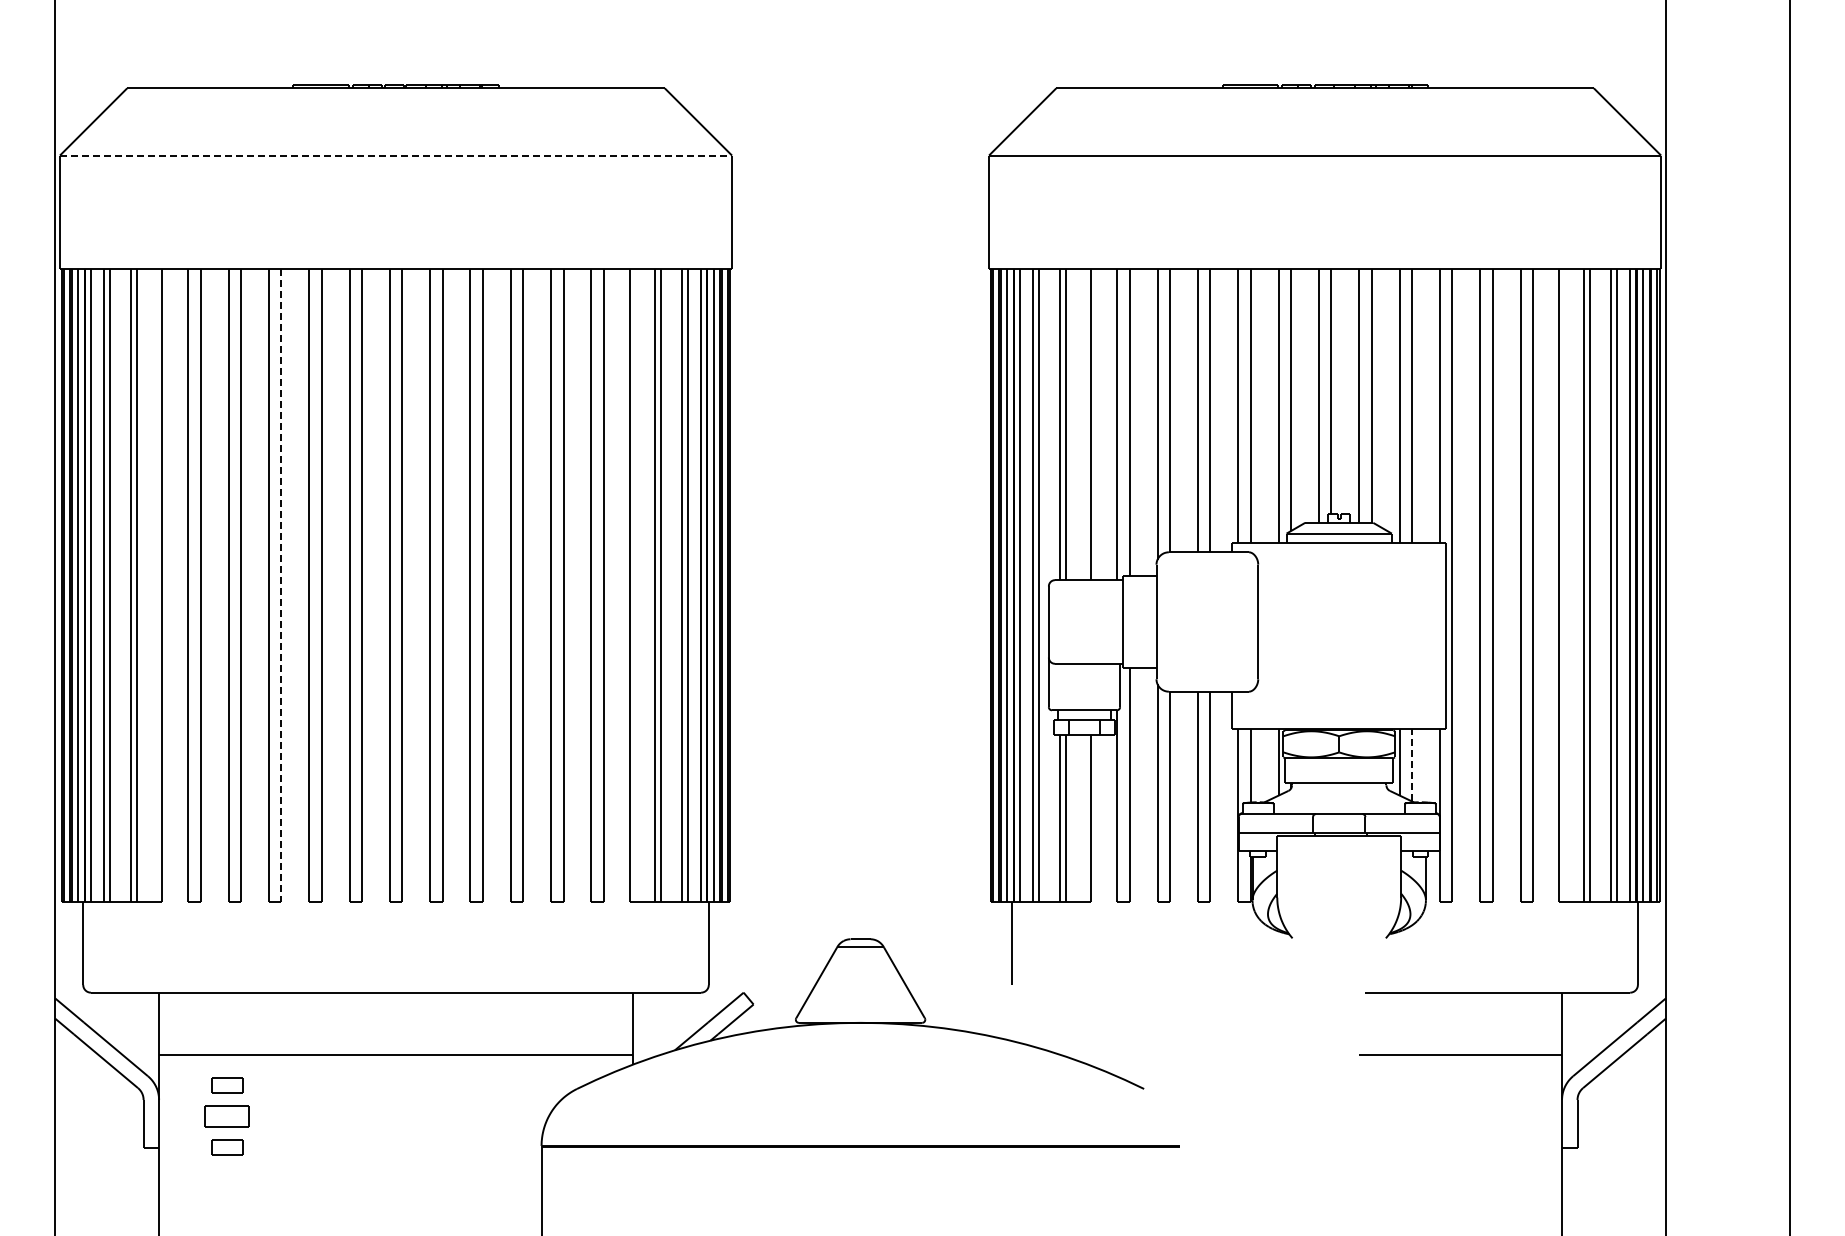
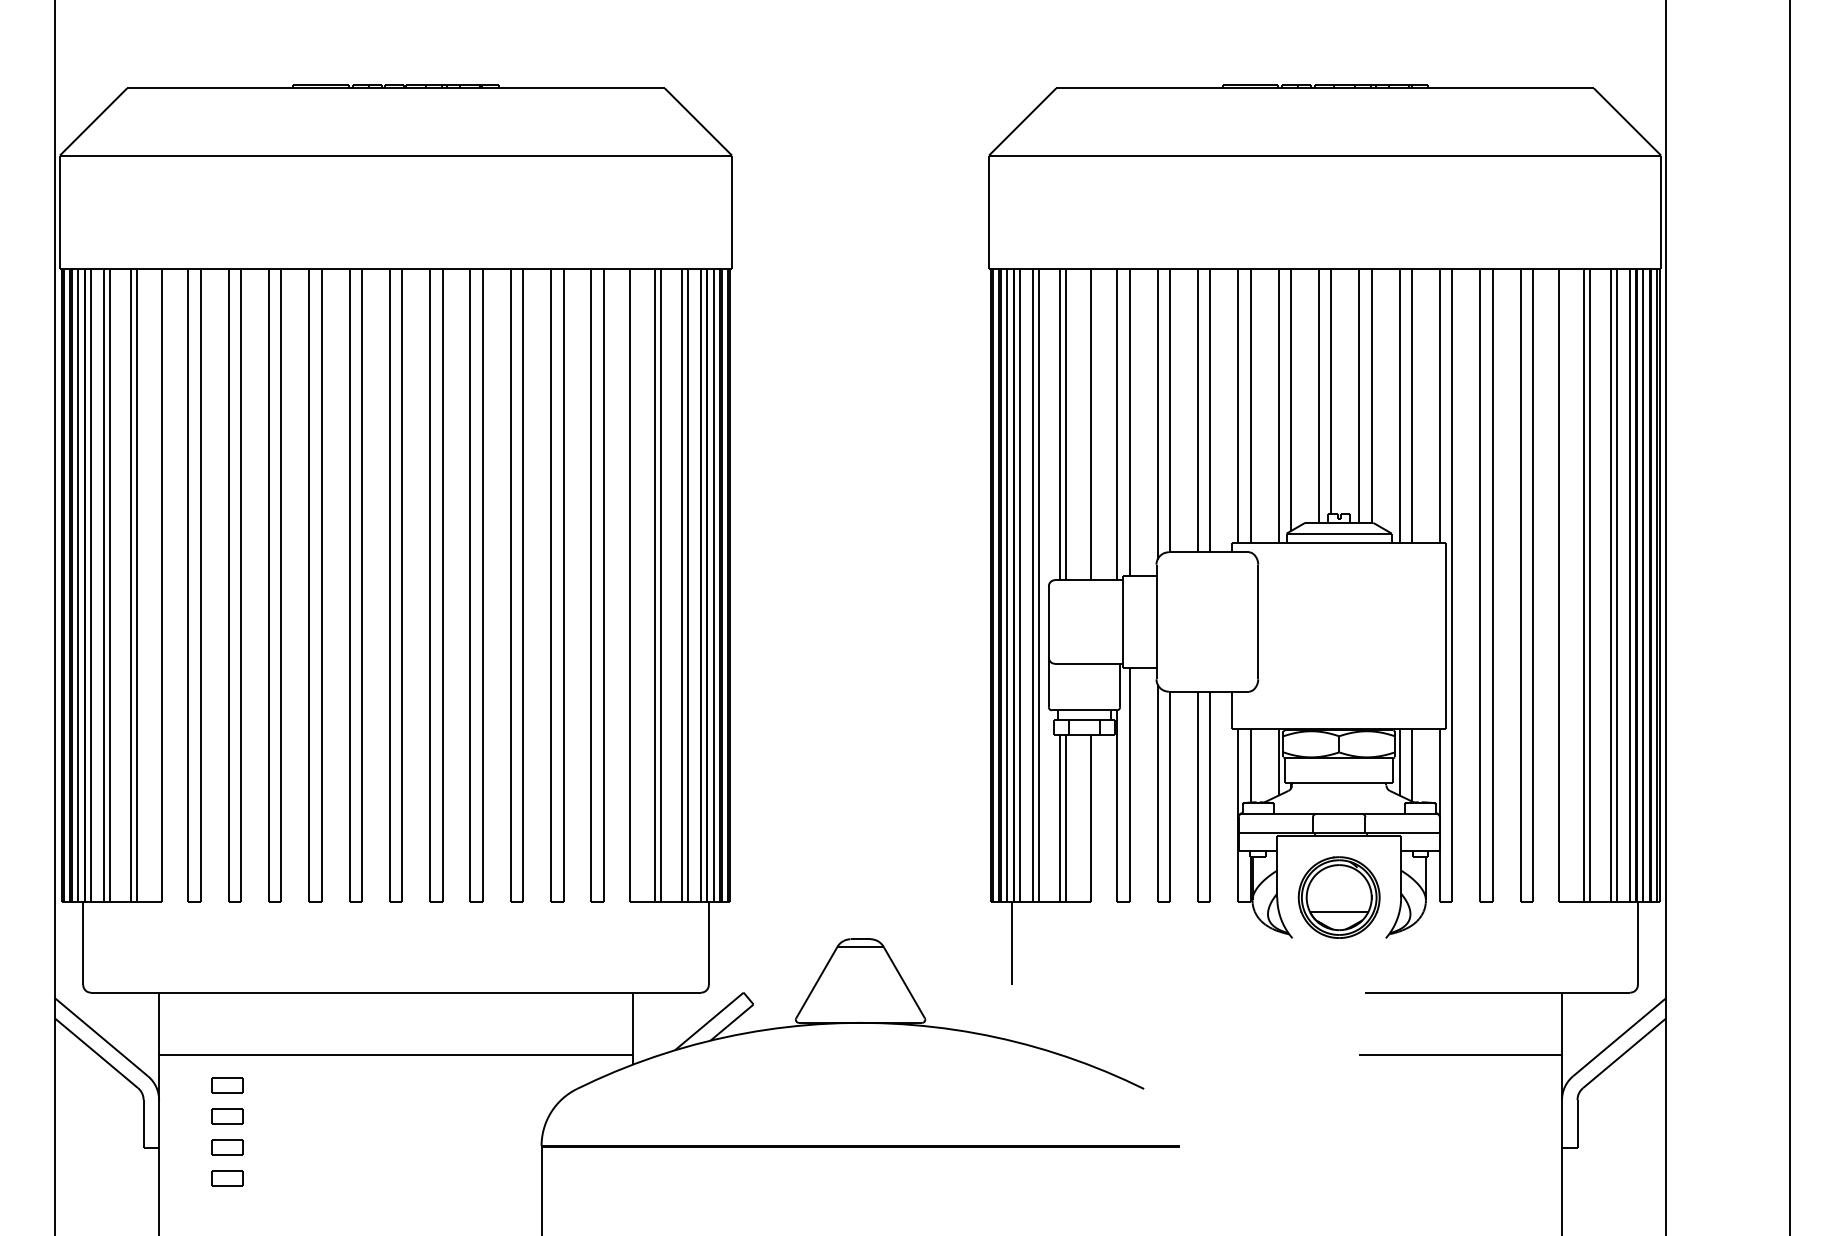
line at (396, 155): dashed -> solid
line at (281, 585): dashed -> solid
line at (1411, 764): dashed -> solid
part at (1338, 897): none -> present
part at (226, 1116) size: 46x23 px -> 33x17 px
part at (227, 1178): none -> present
